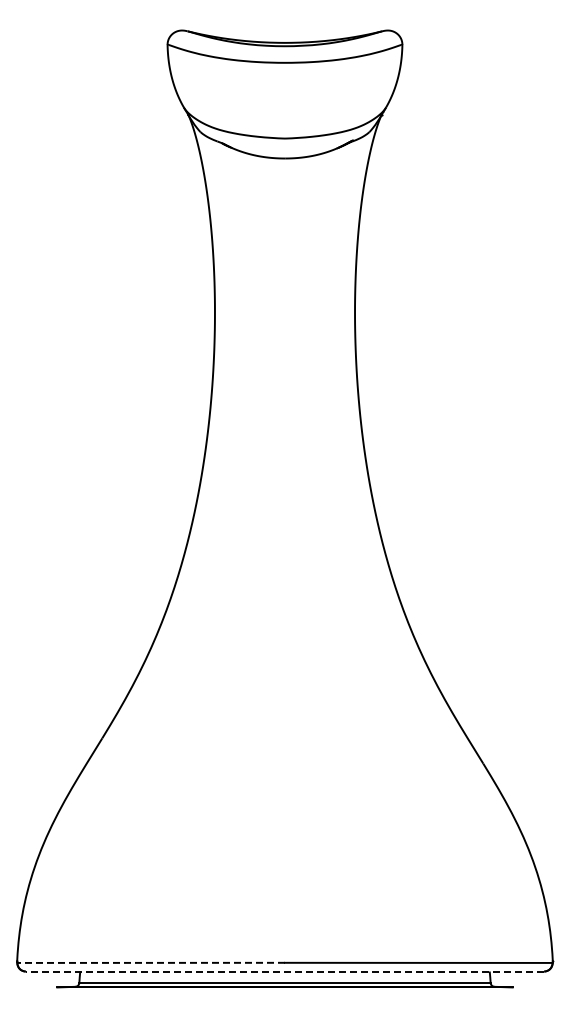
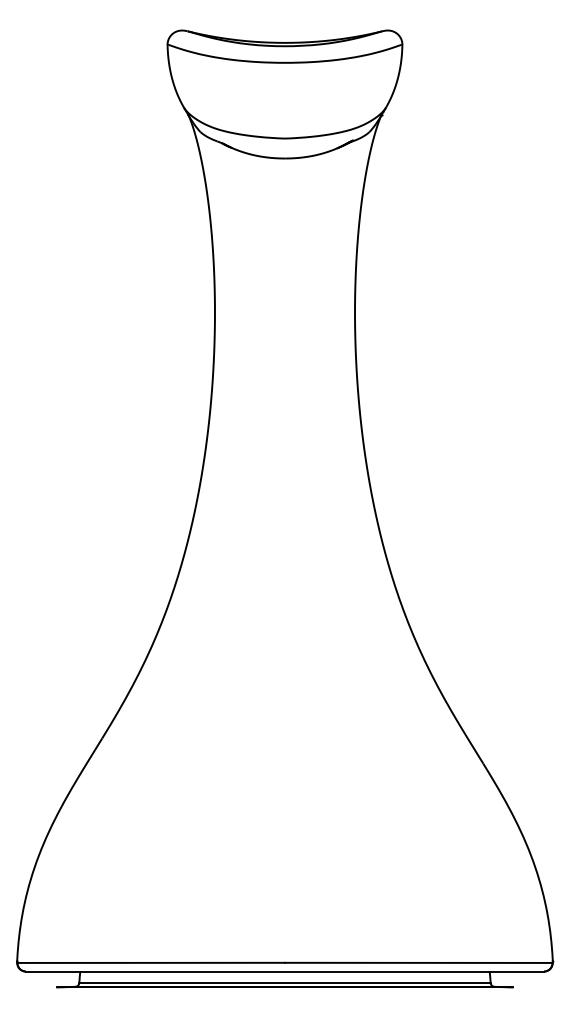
line at (151, 962): dashed -> solid
line at (284, 971): dashed -> solid
